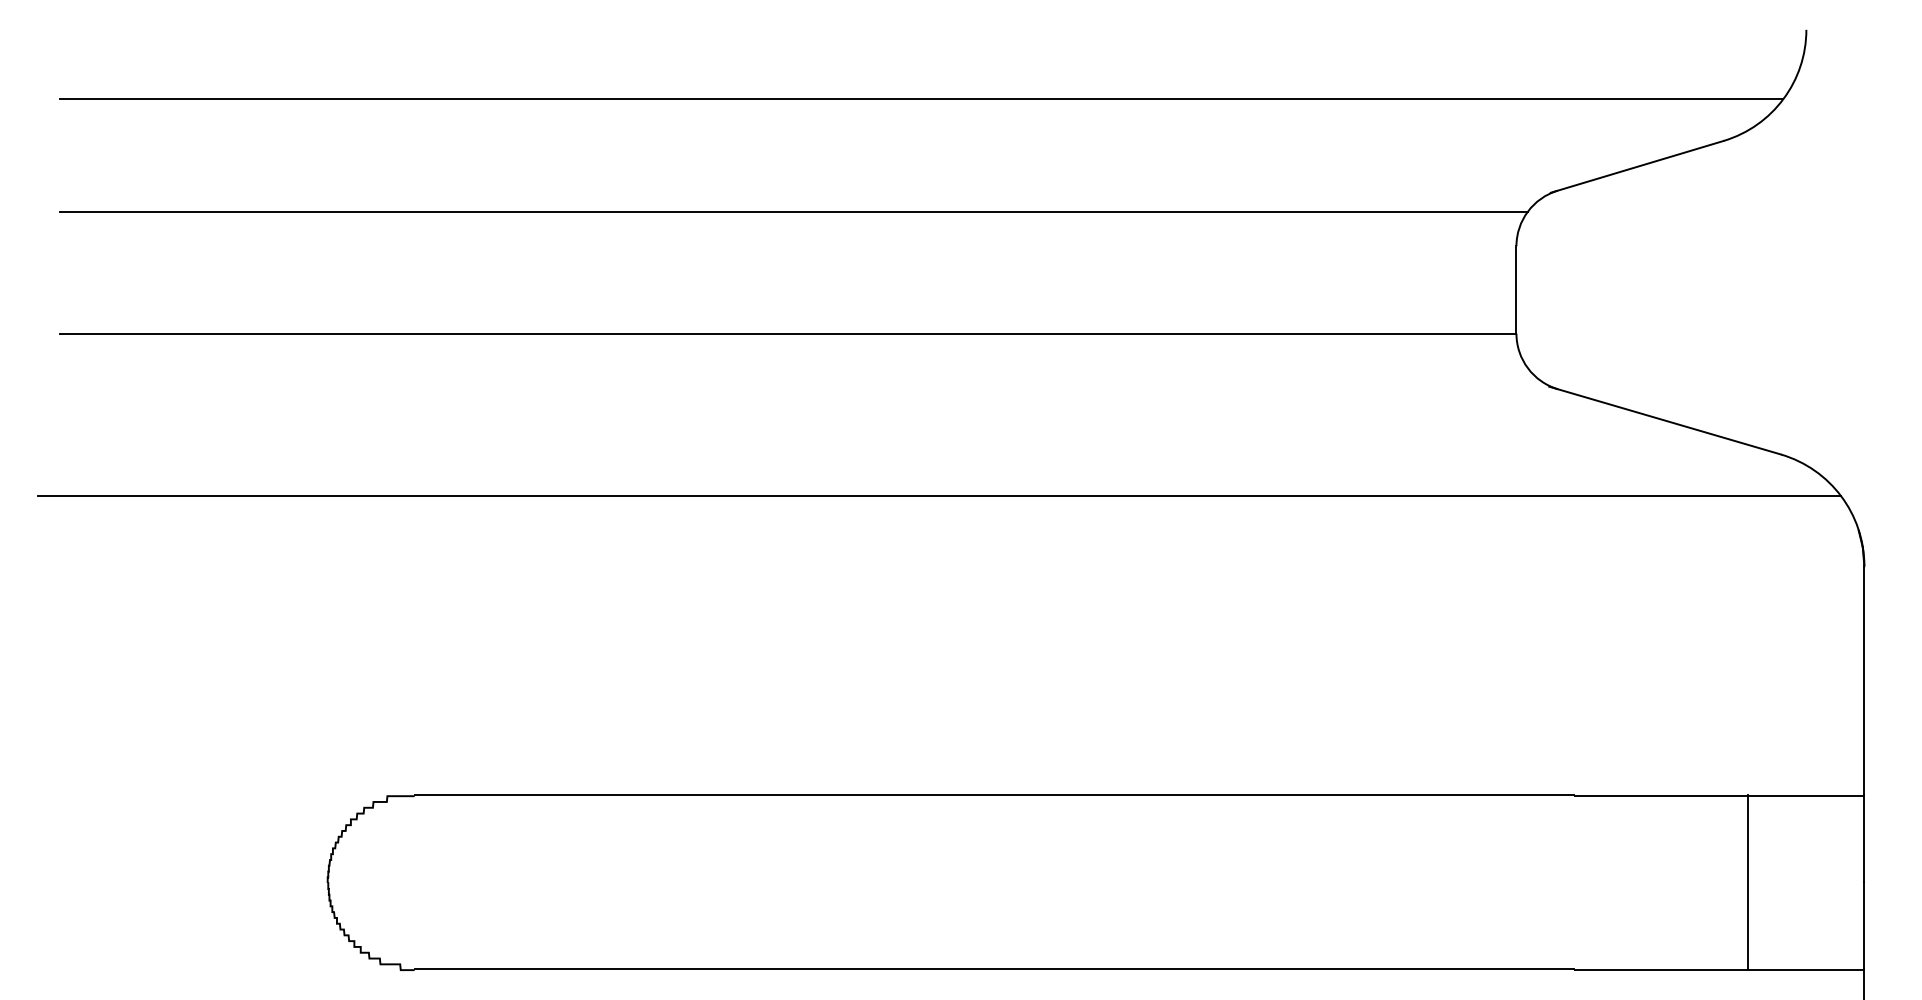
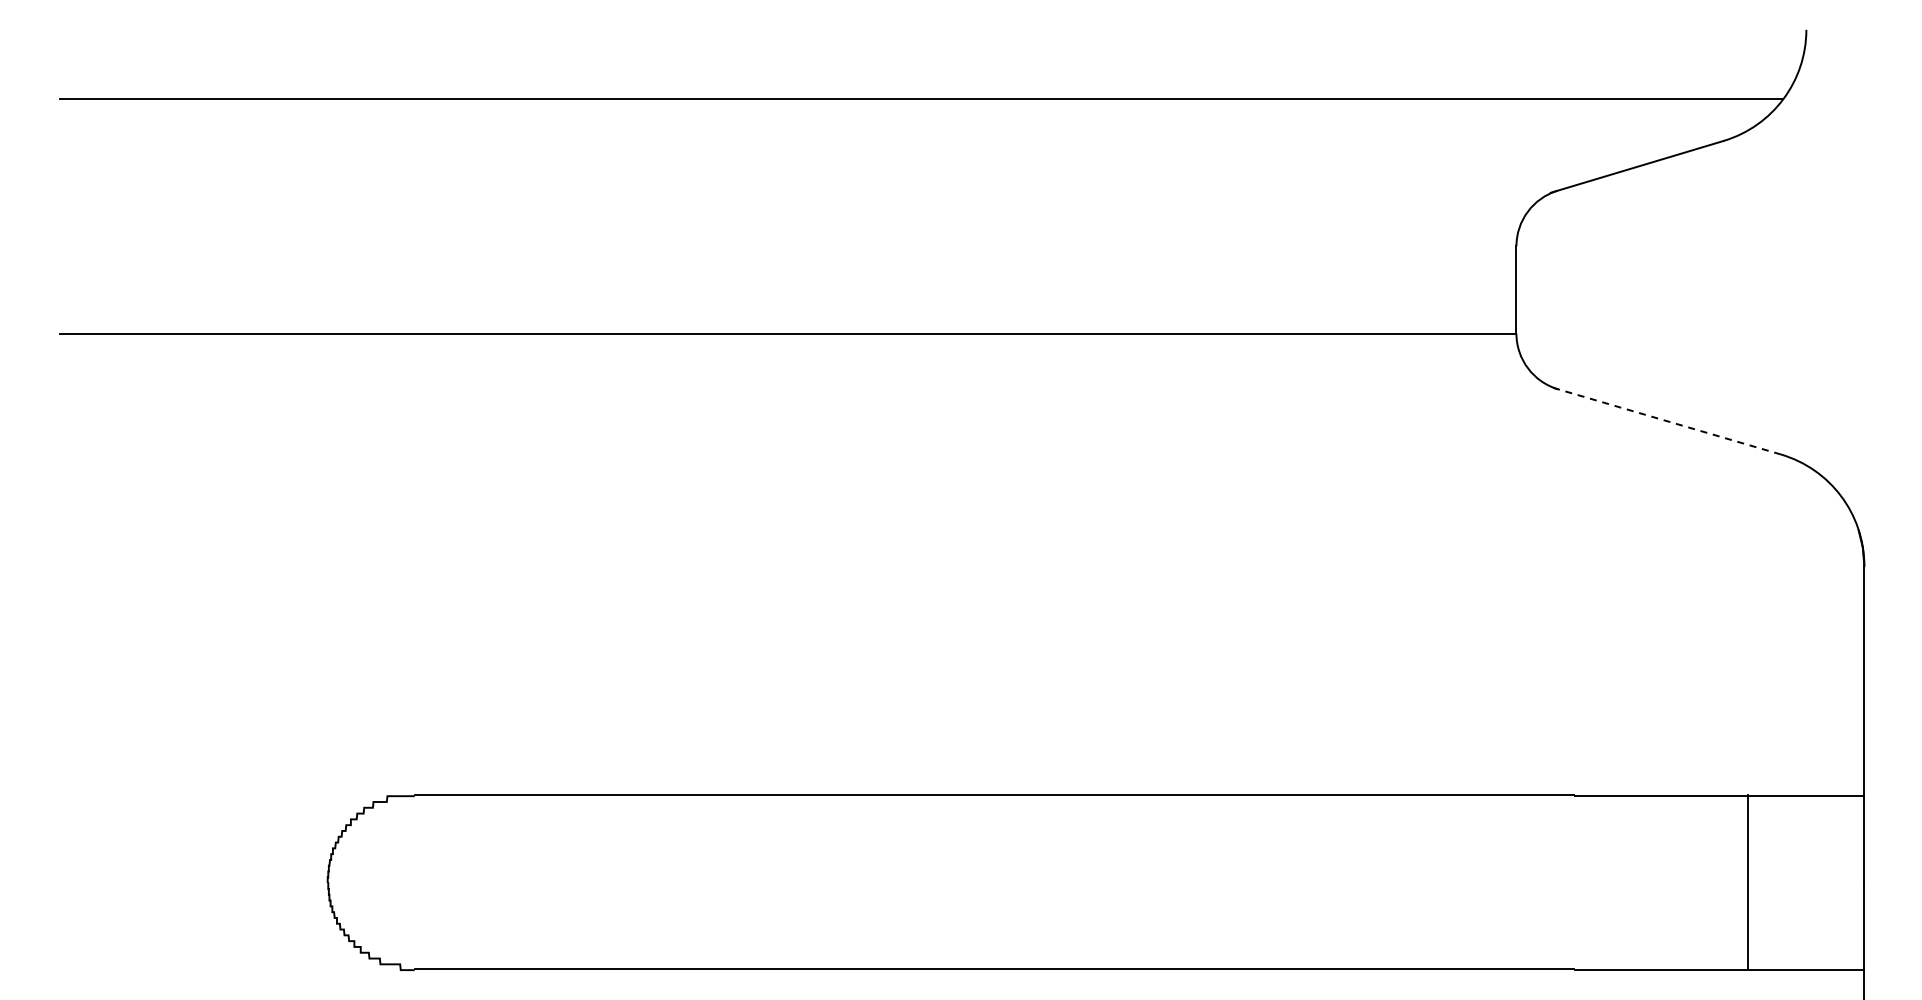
line at (793, 211): present -> none
line at (1665, 420): solid -> dashed
line at (939, 496): present -> none
